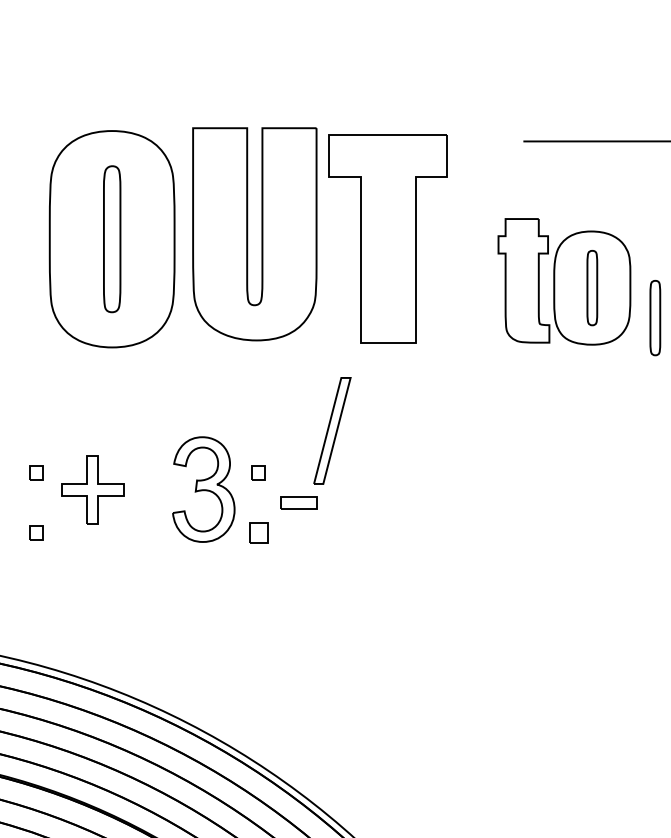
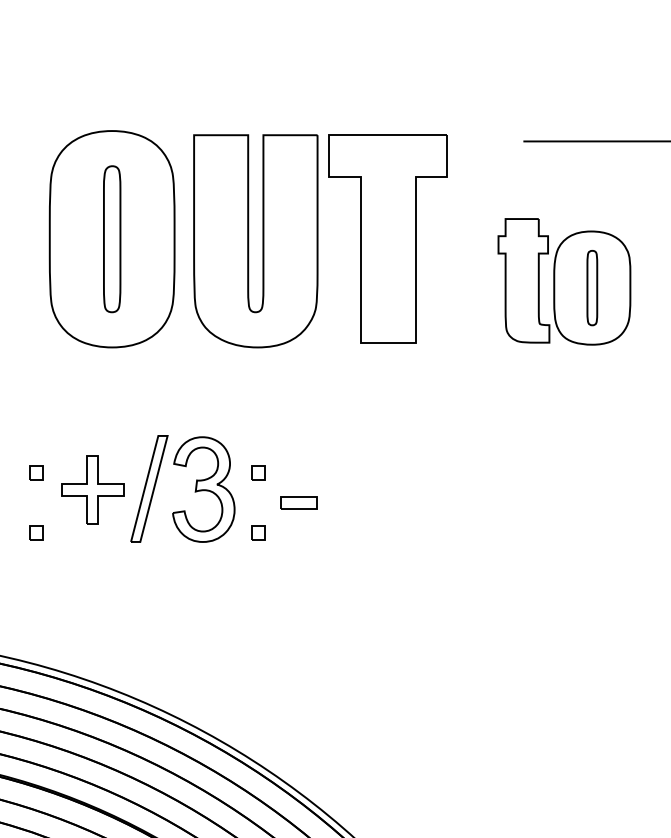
part at (254, 234) position: (254, 234) -> (255, 241)
part at (655, 318): present -> none
part at (332, 430) position: (332, 430) -> (149, 488)
part at (258, 532) size: 20x22 px -> 15x16 px
